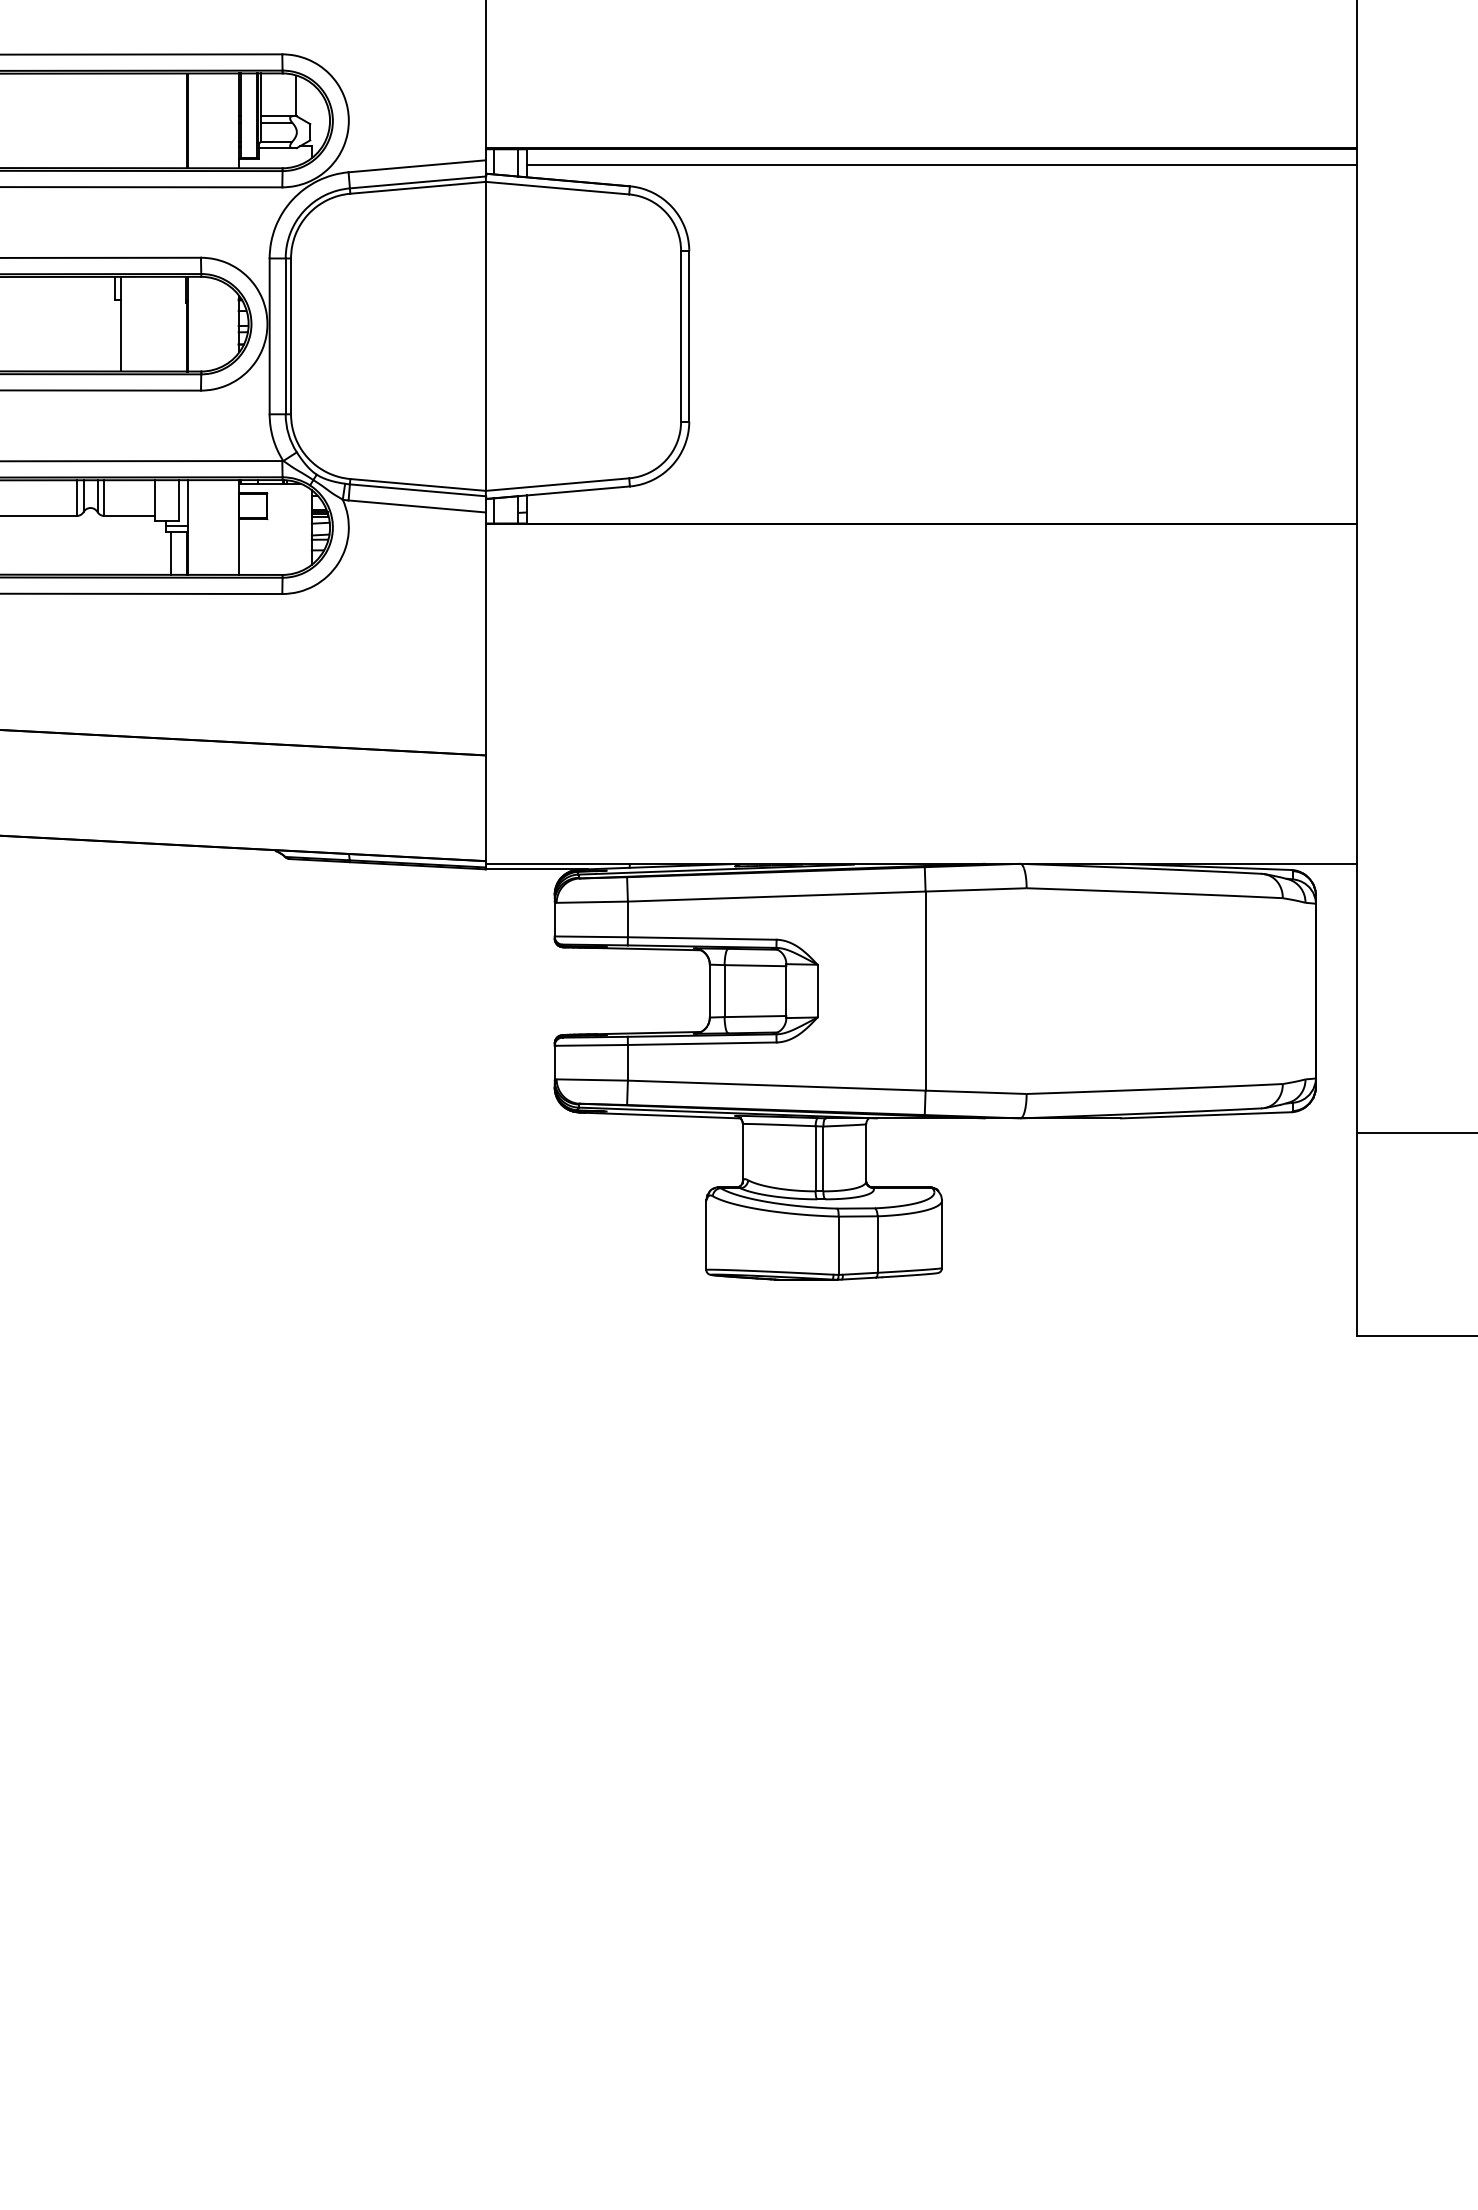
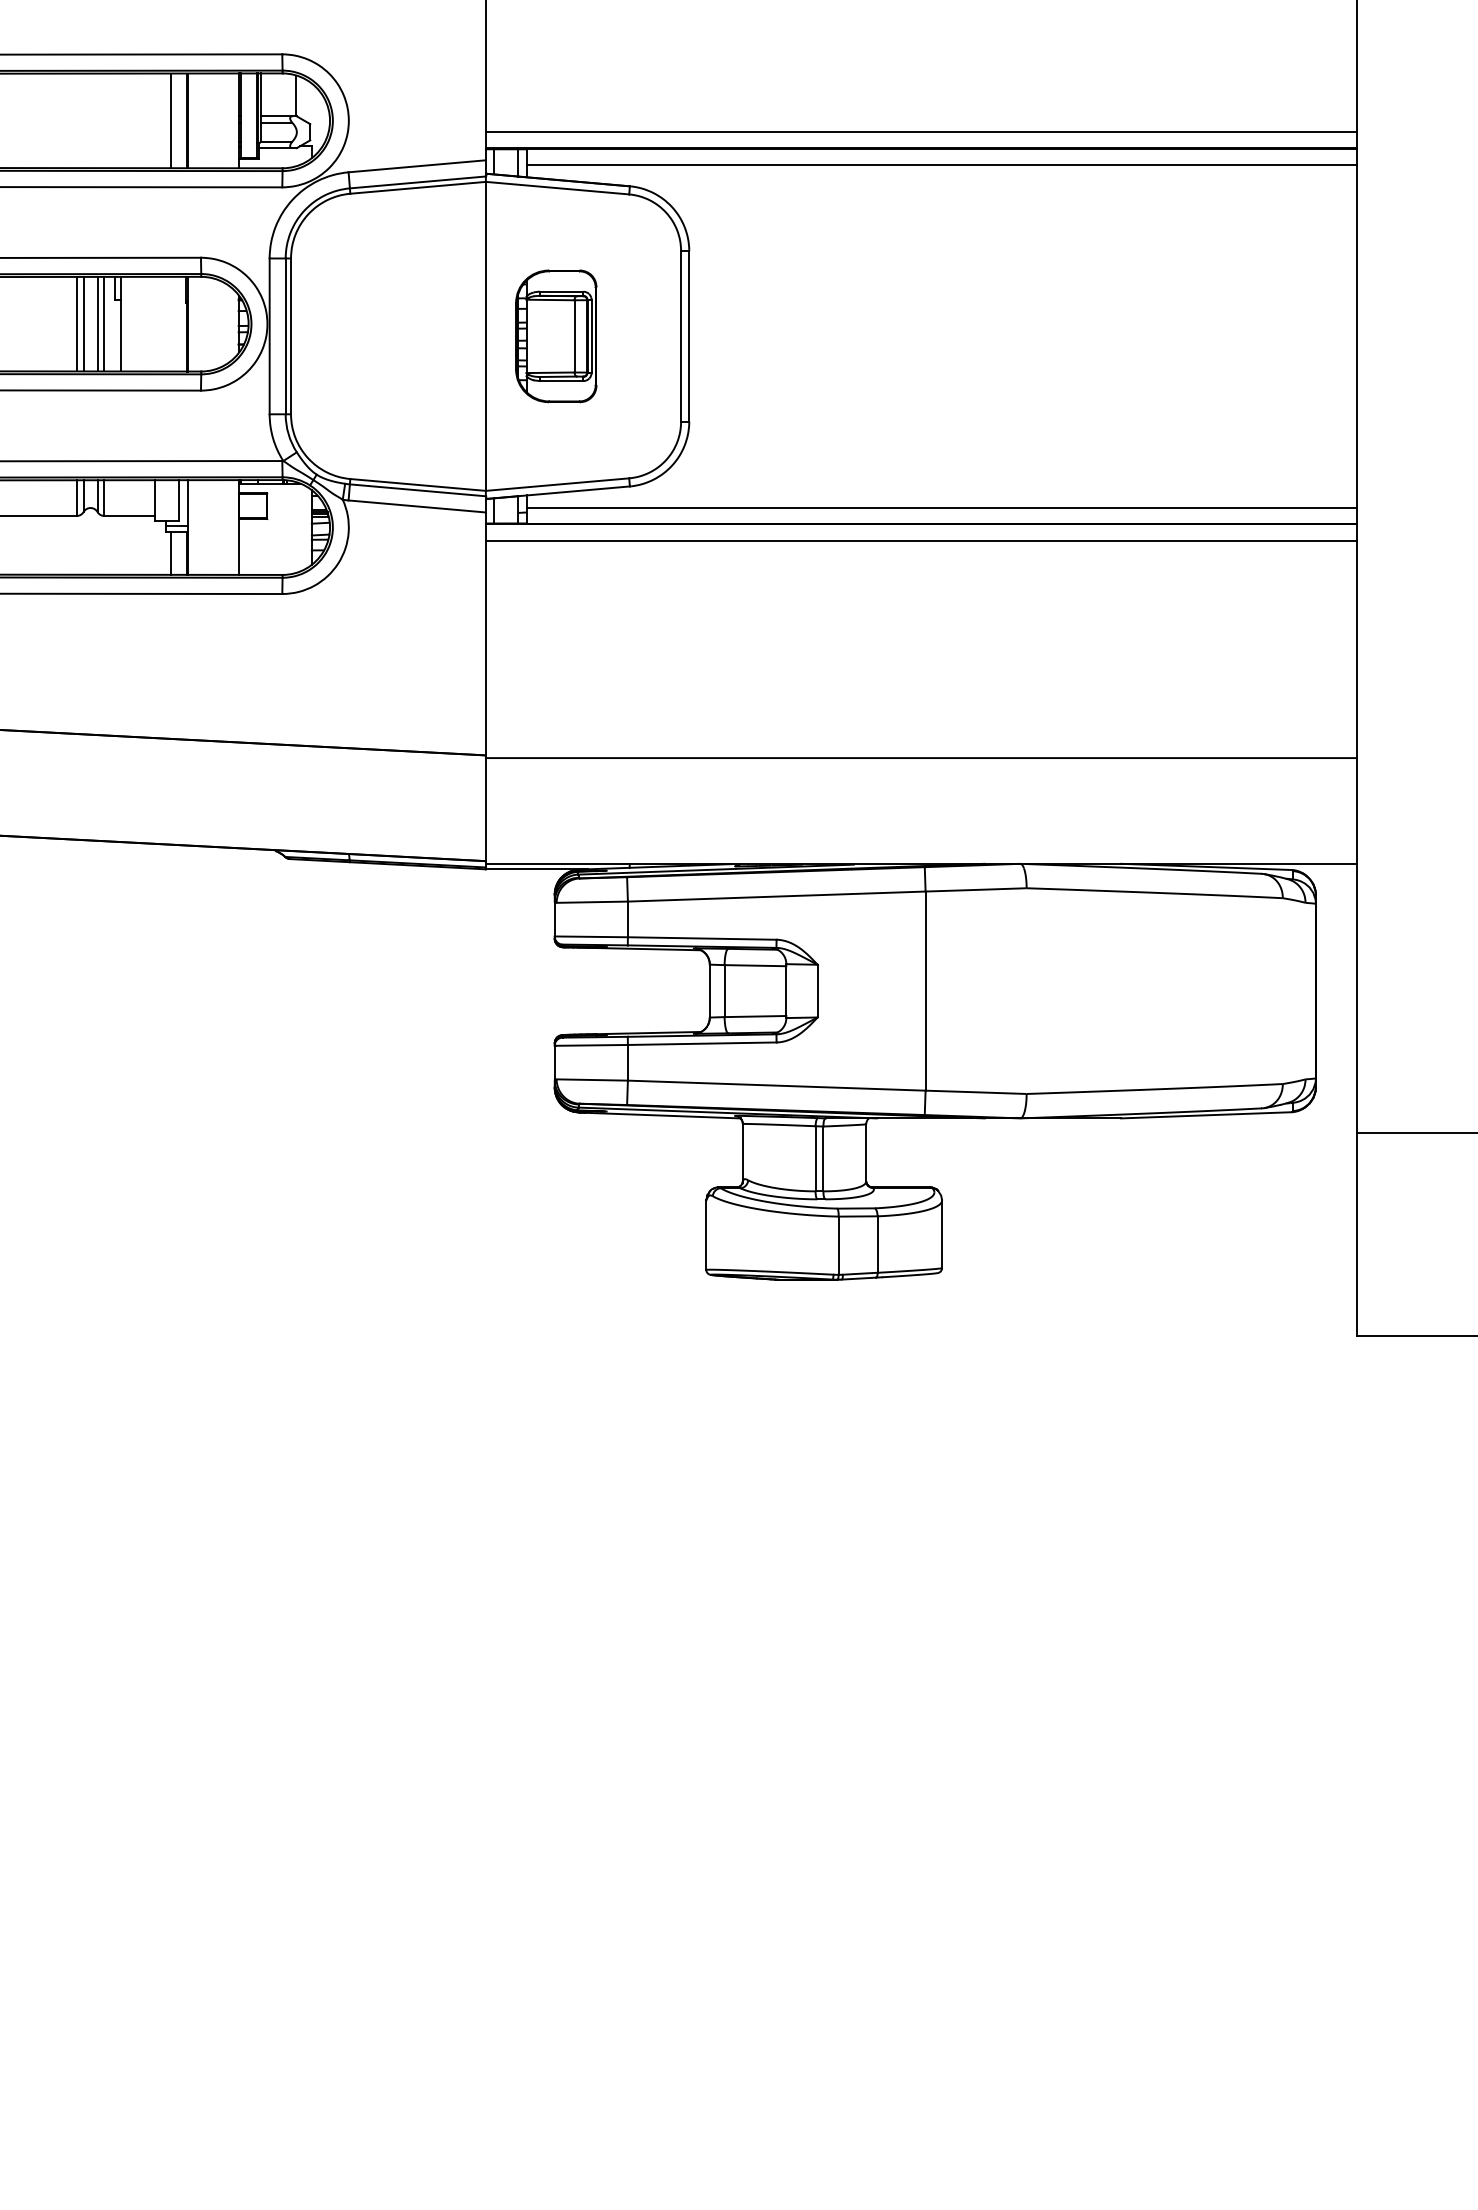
line at (171, 120): none -> present
line at (920, 132): none -> present
line at (76, 323): none -> present
line at (83, 323): none -> present
line at (97, 323): none -> present
line at (104, 323): none -> present
part at (556, 336): none -> present
line at (941, 508): none -> present
line at (920, 540): none -> present
line at (920, 758): none -> present
